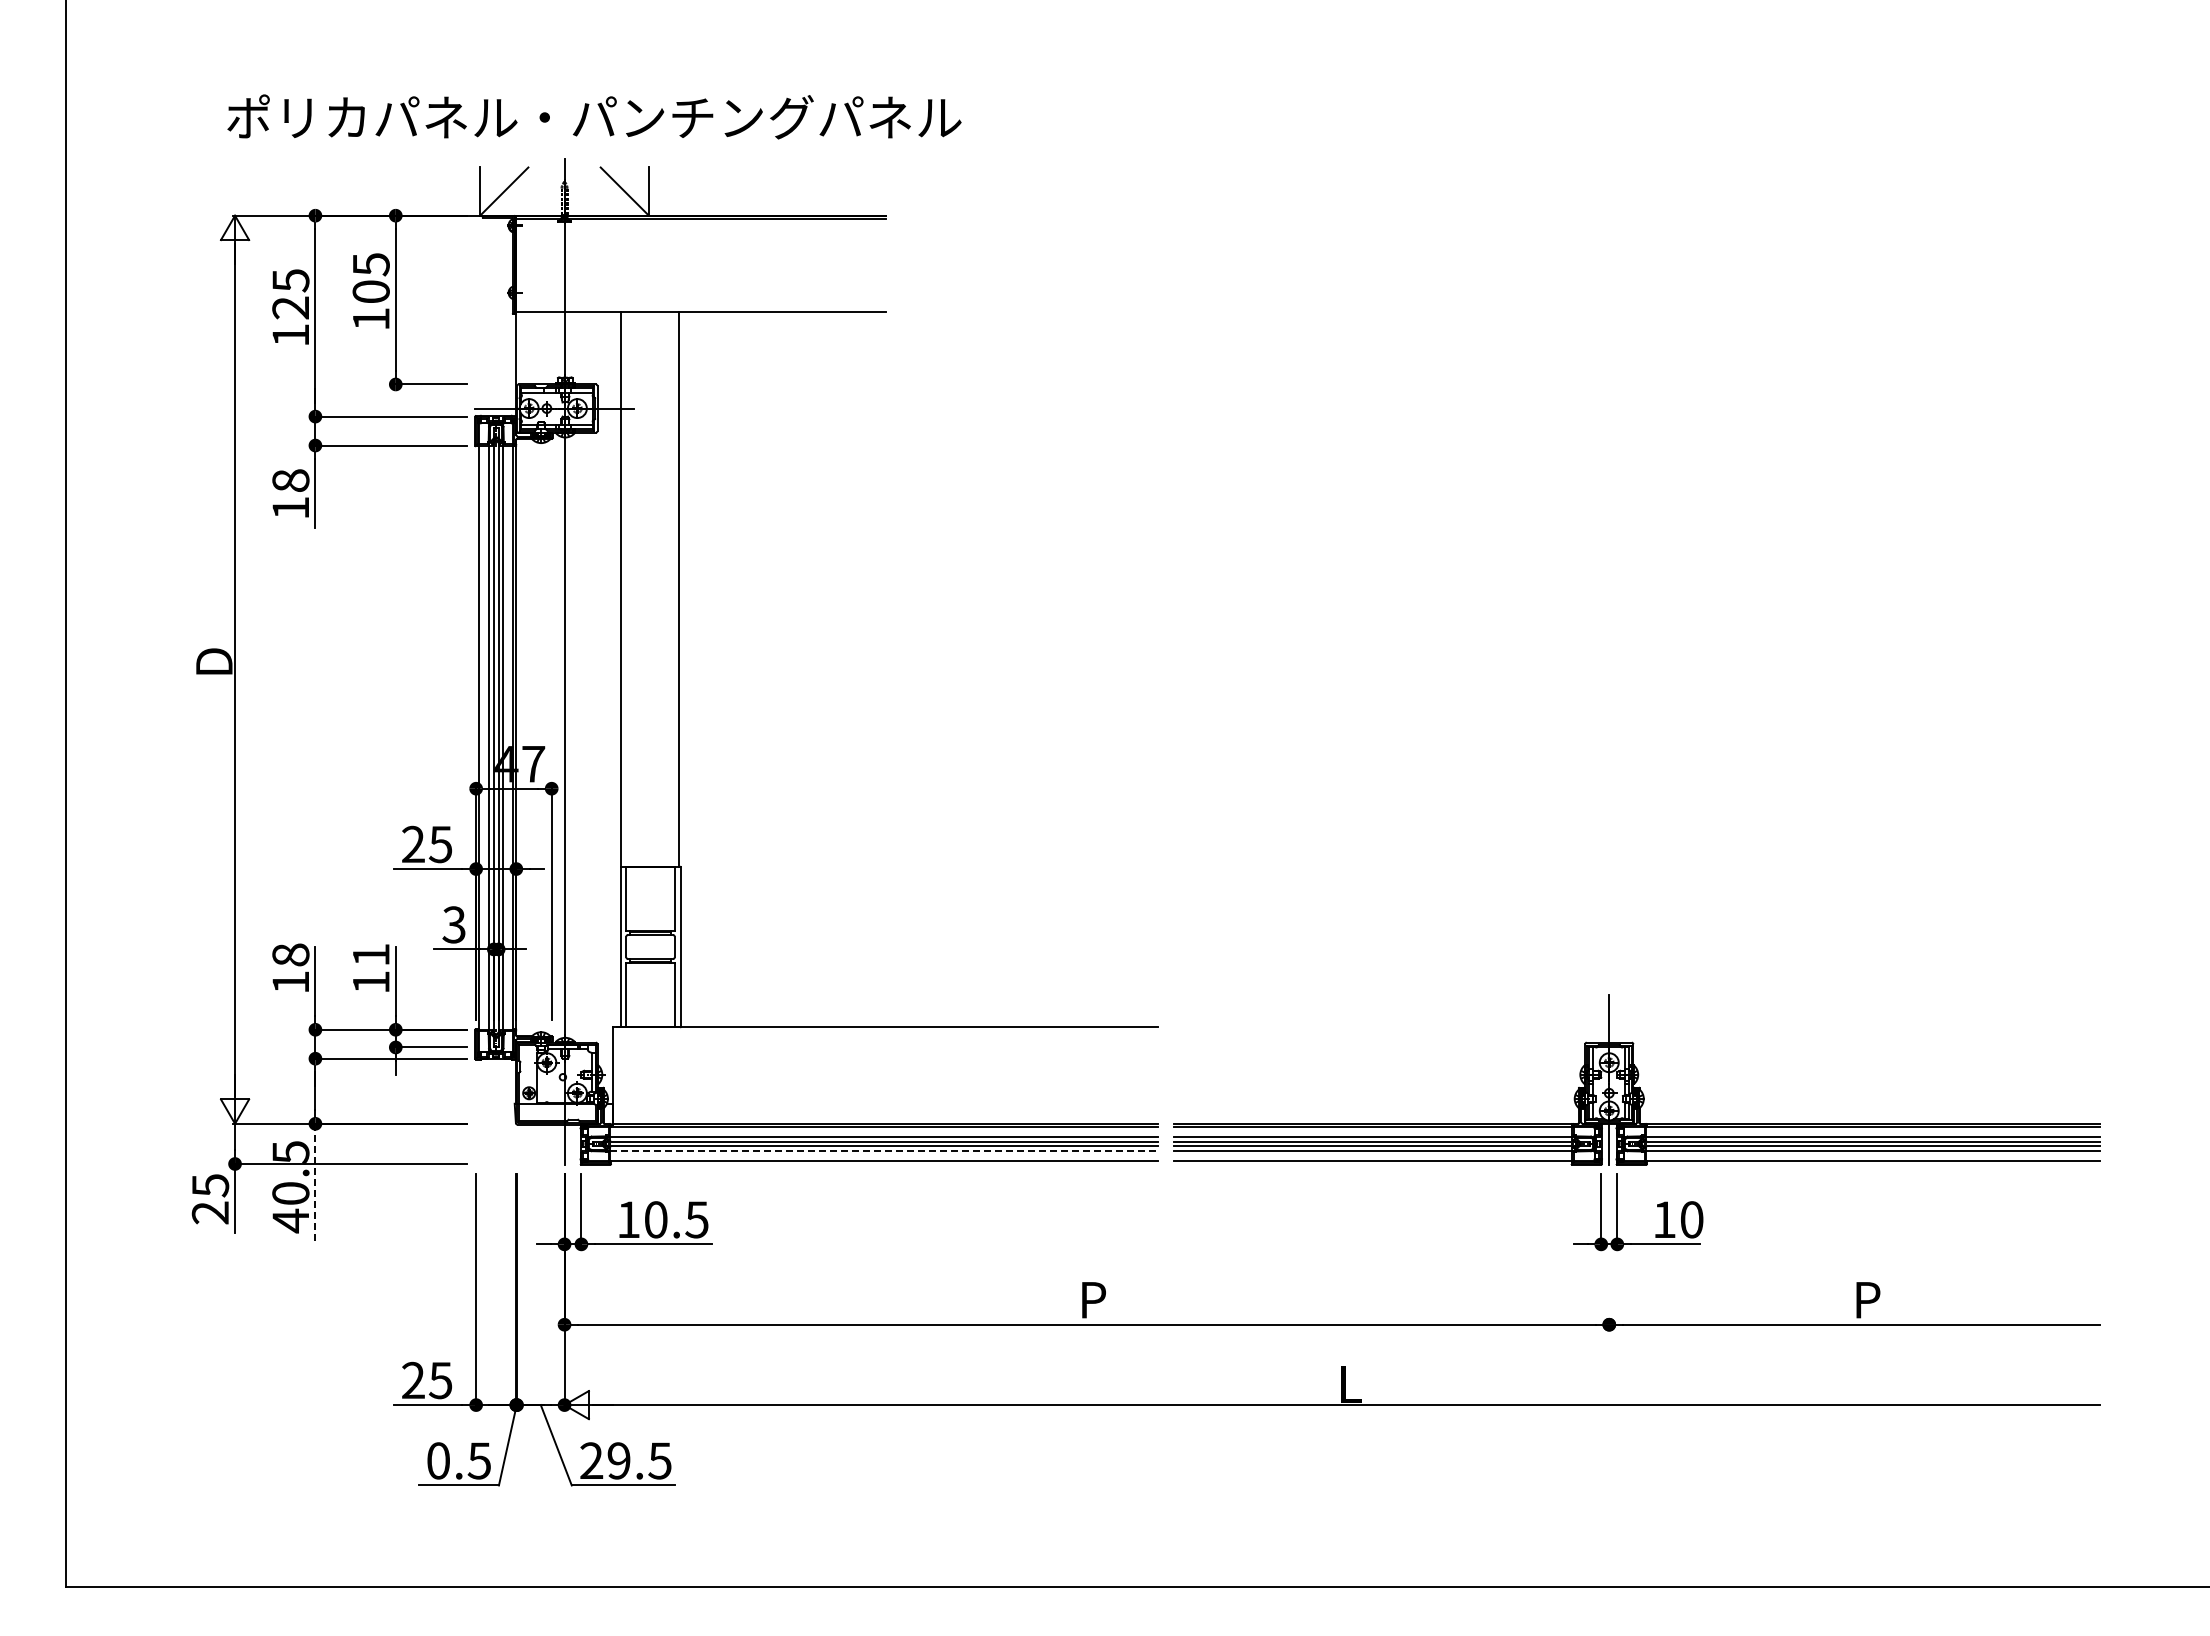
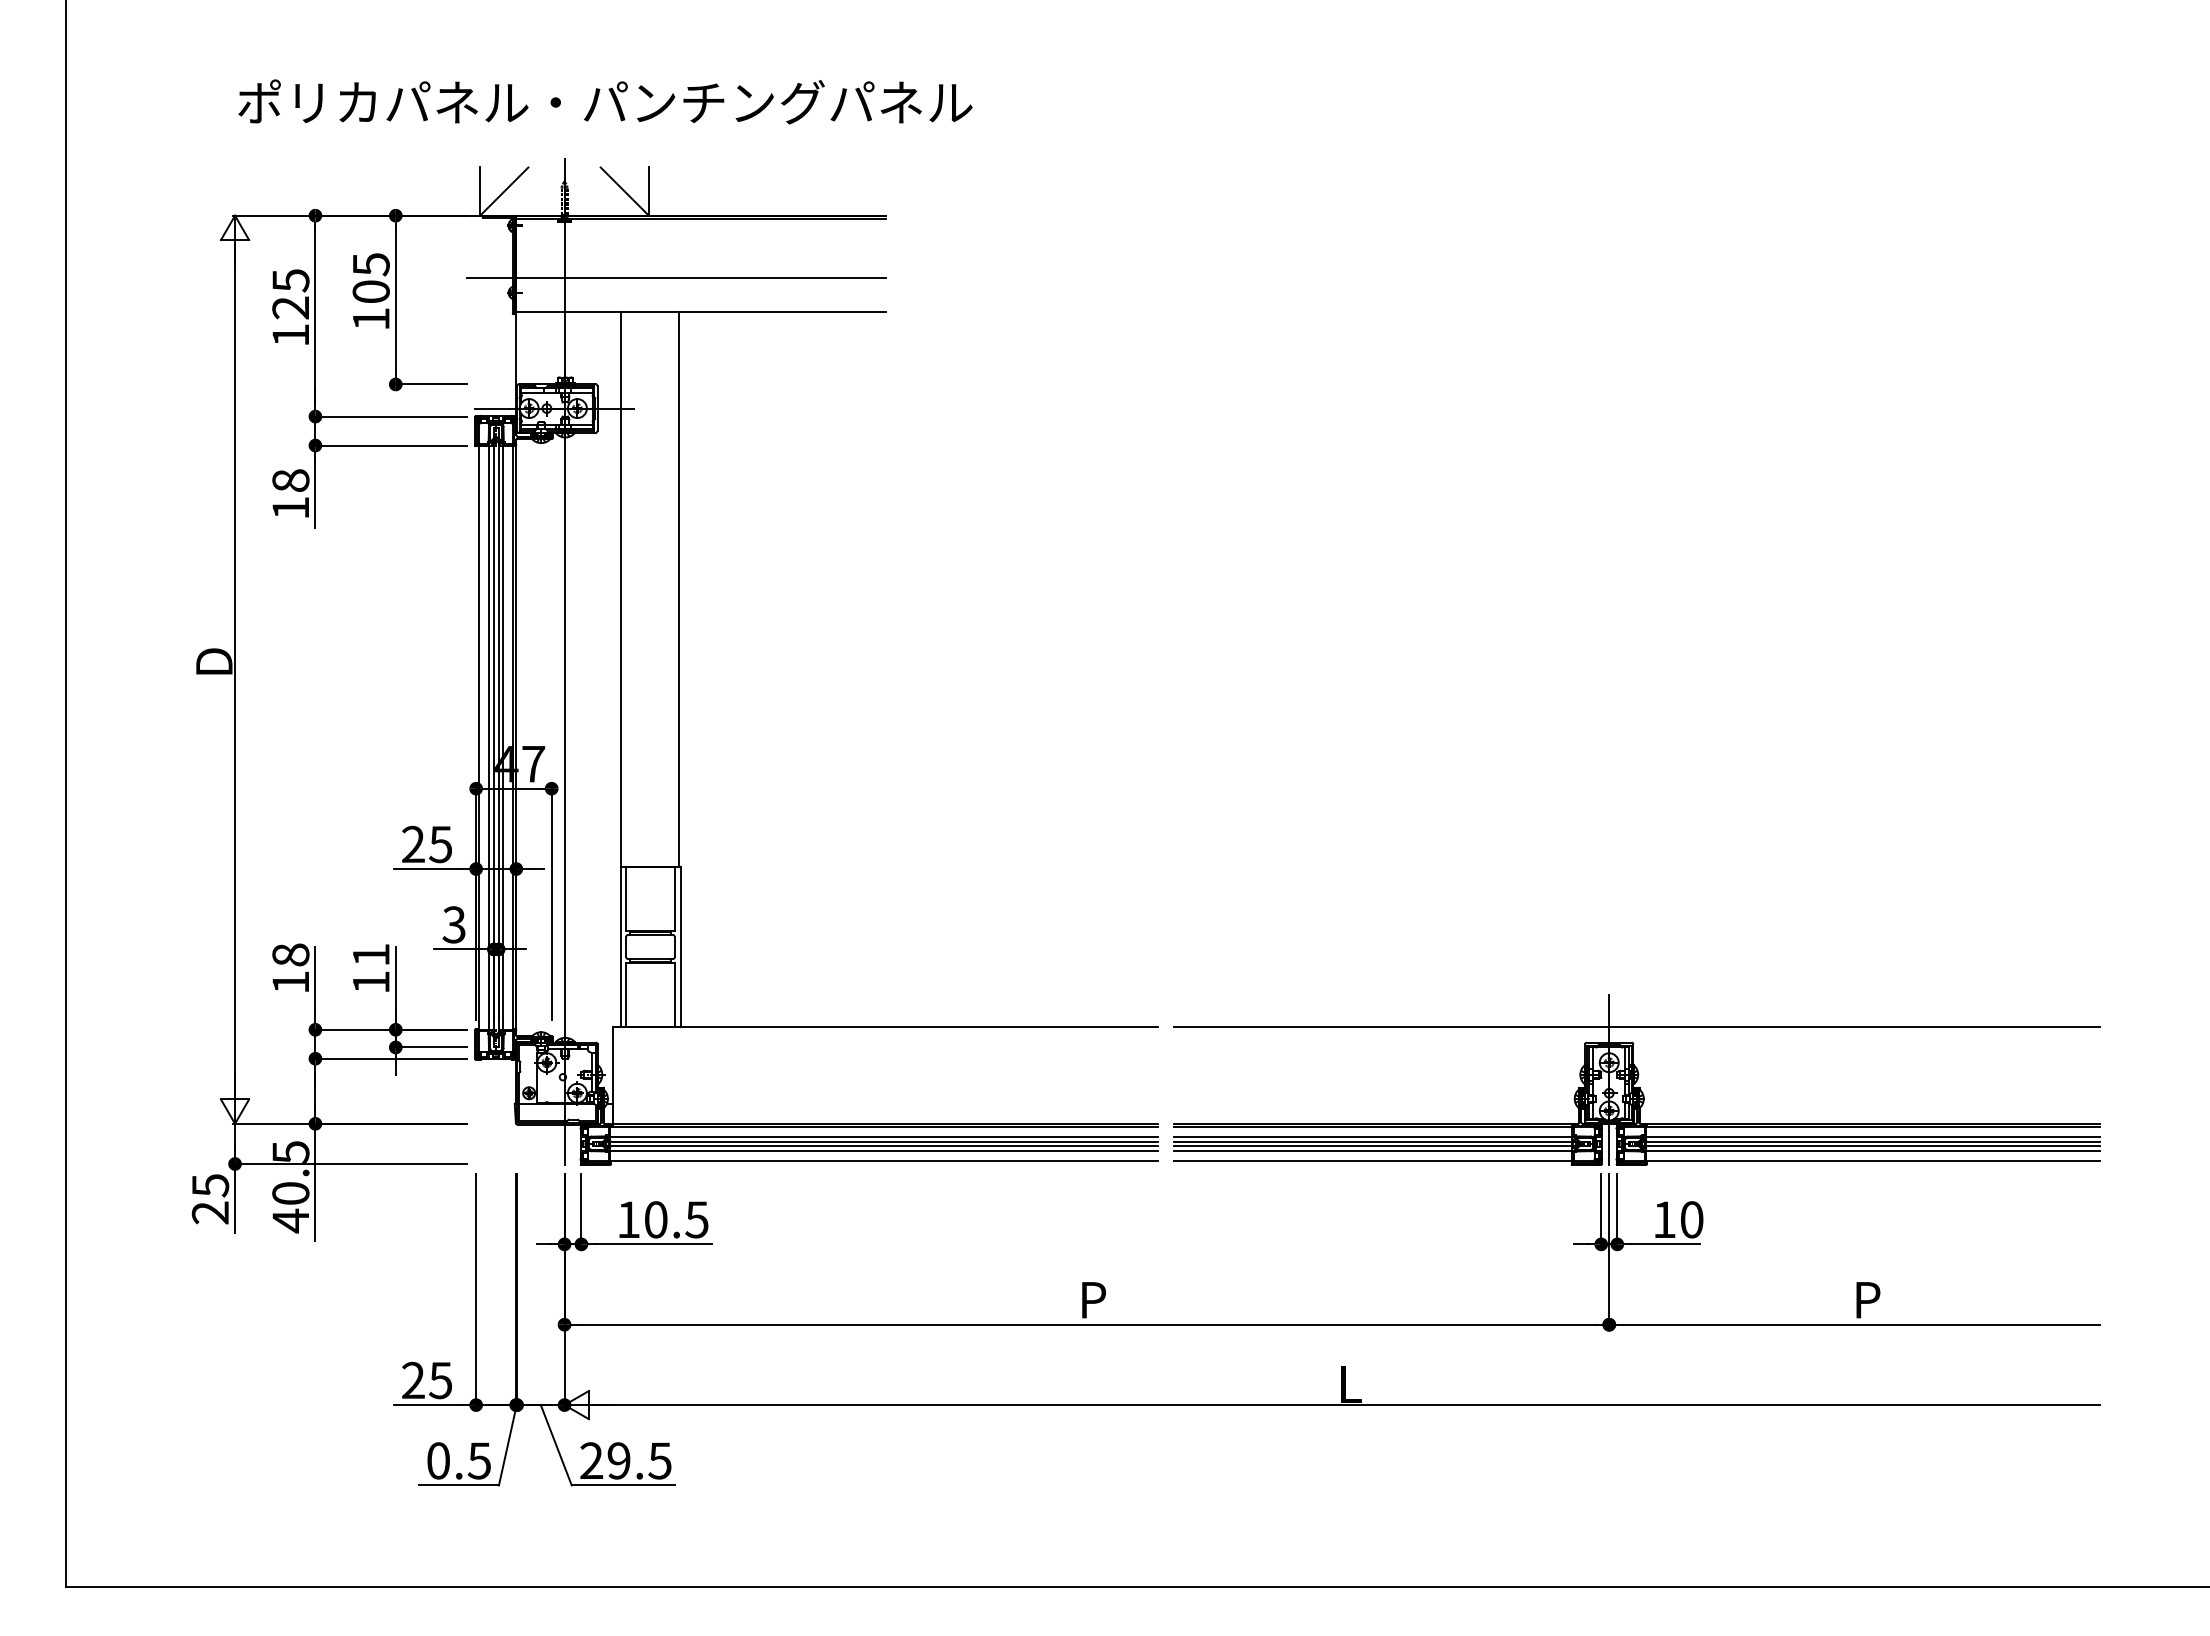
text at (594, 116) position: (594, 116) -> (605, 101)
line at (676, 278): none -> present
line at (1636, 1027): none -> present
line at (872, 1151): dashed -> solid
line at (315, 1182): dashed -> solid
line at (1609, 1249): none -> present
